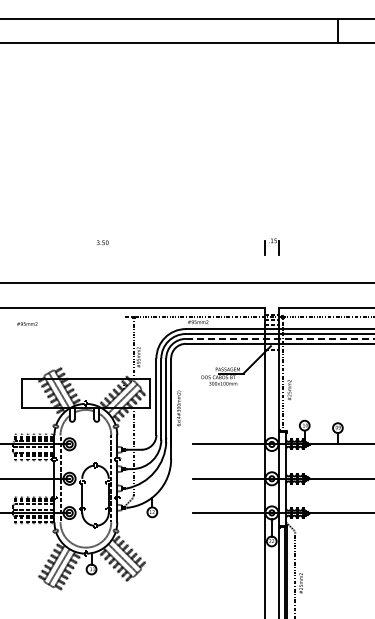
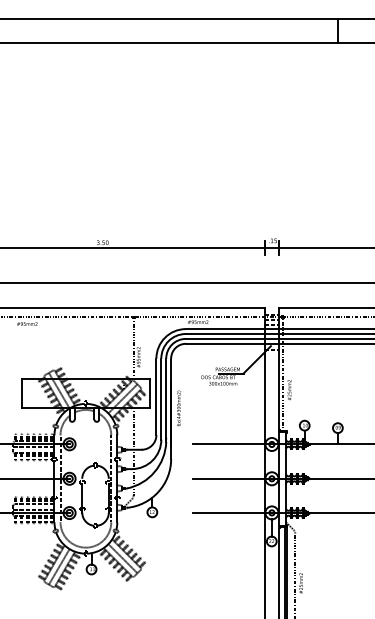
line at (186, 248): none -> present
line at (62, 317): none -> present
line at (280, 338): dashed -> solid
